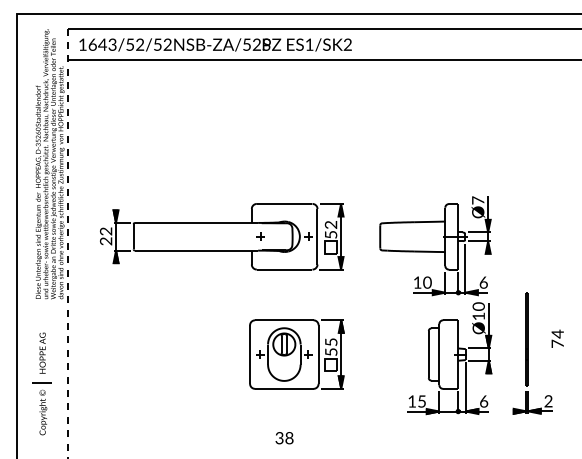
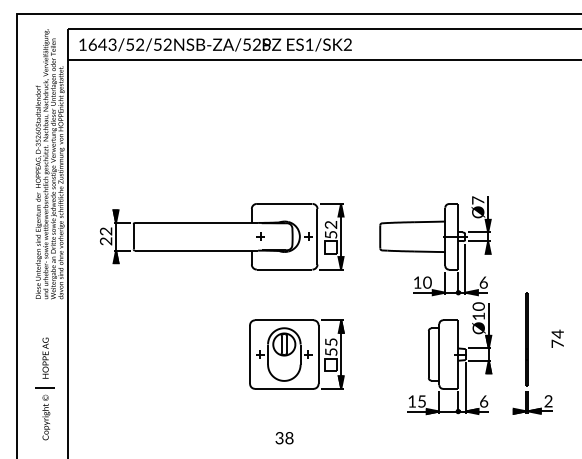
line at (67, 243): dashed -> solid
part at (41, 383) position: (41, 383) -> (44, 388)
